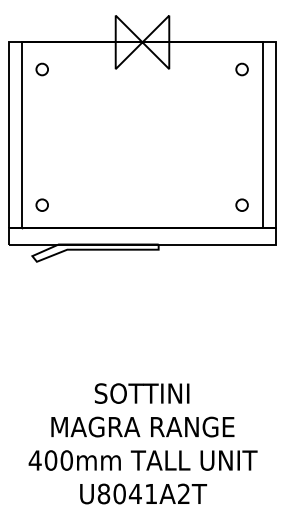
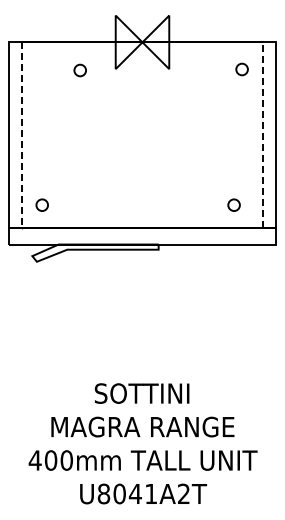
part at (41, 69) position: (41, 69) -> (79, 70)
line at (21, 135): solid -> dashed
line at (262, 135): solid -> dashed
part at (241, 204) position: (241, 204) -> (233, 204)
